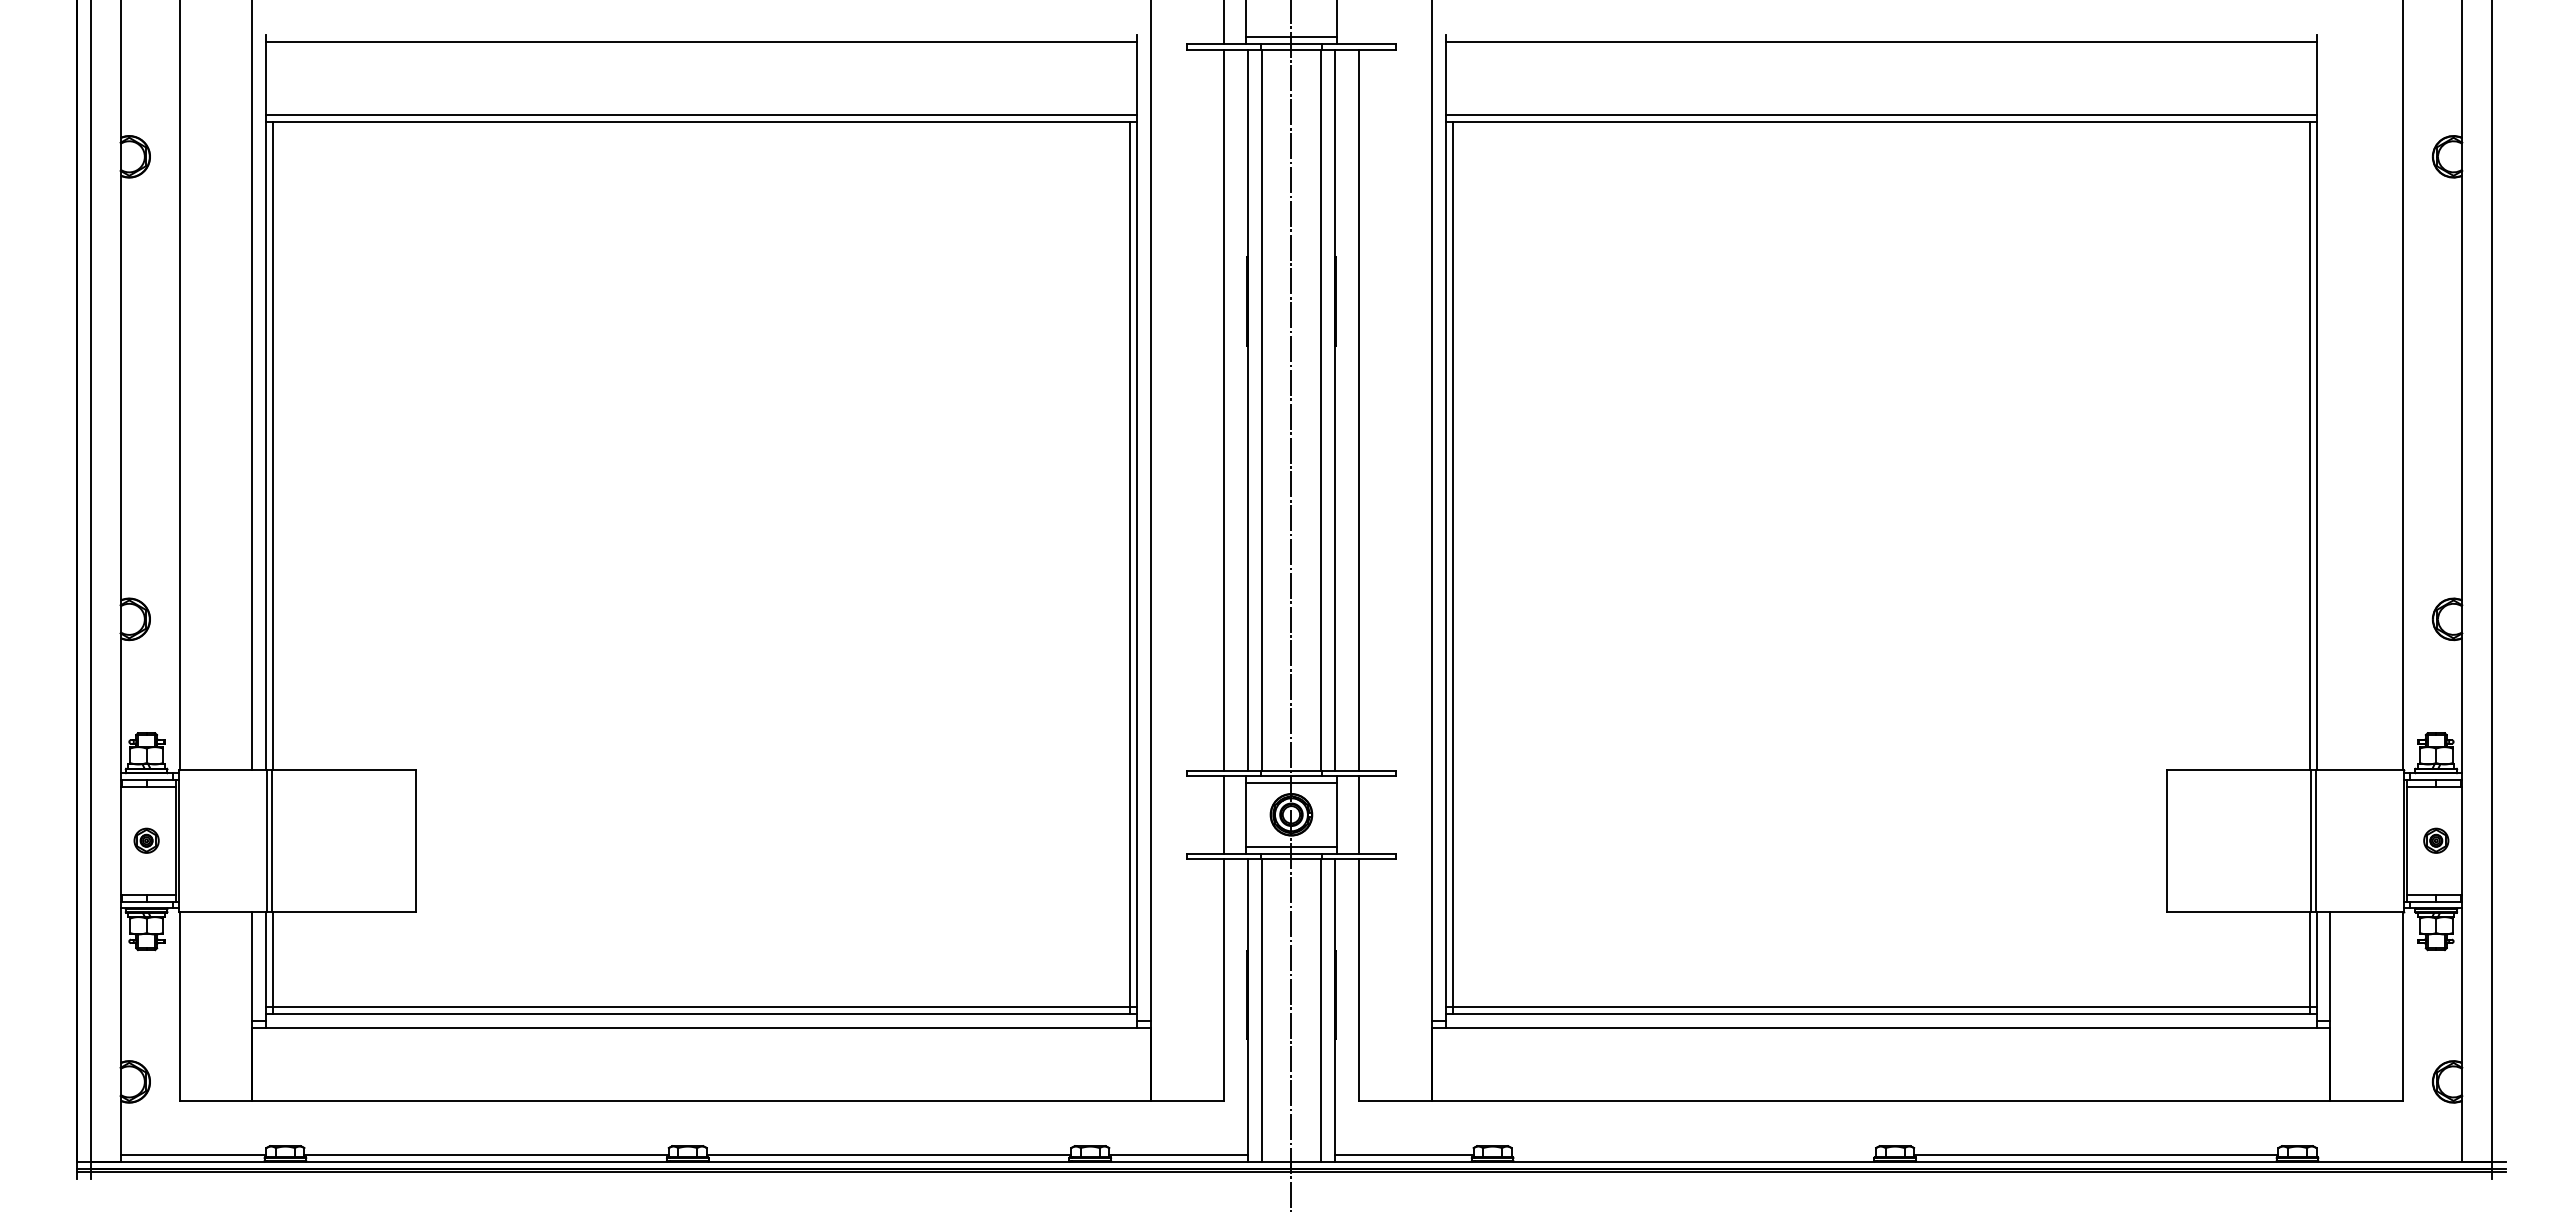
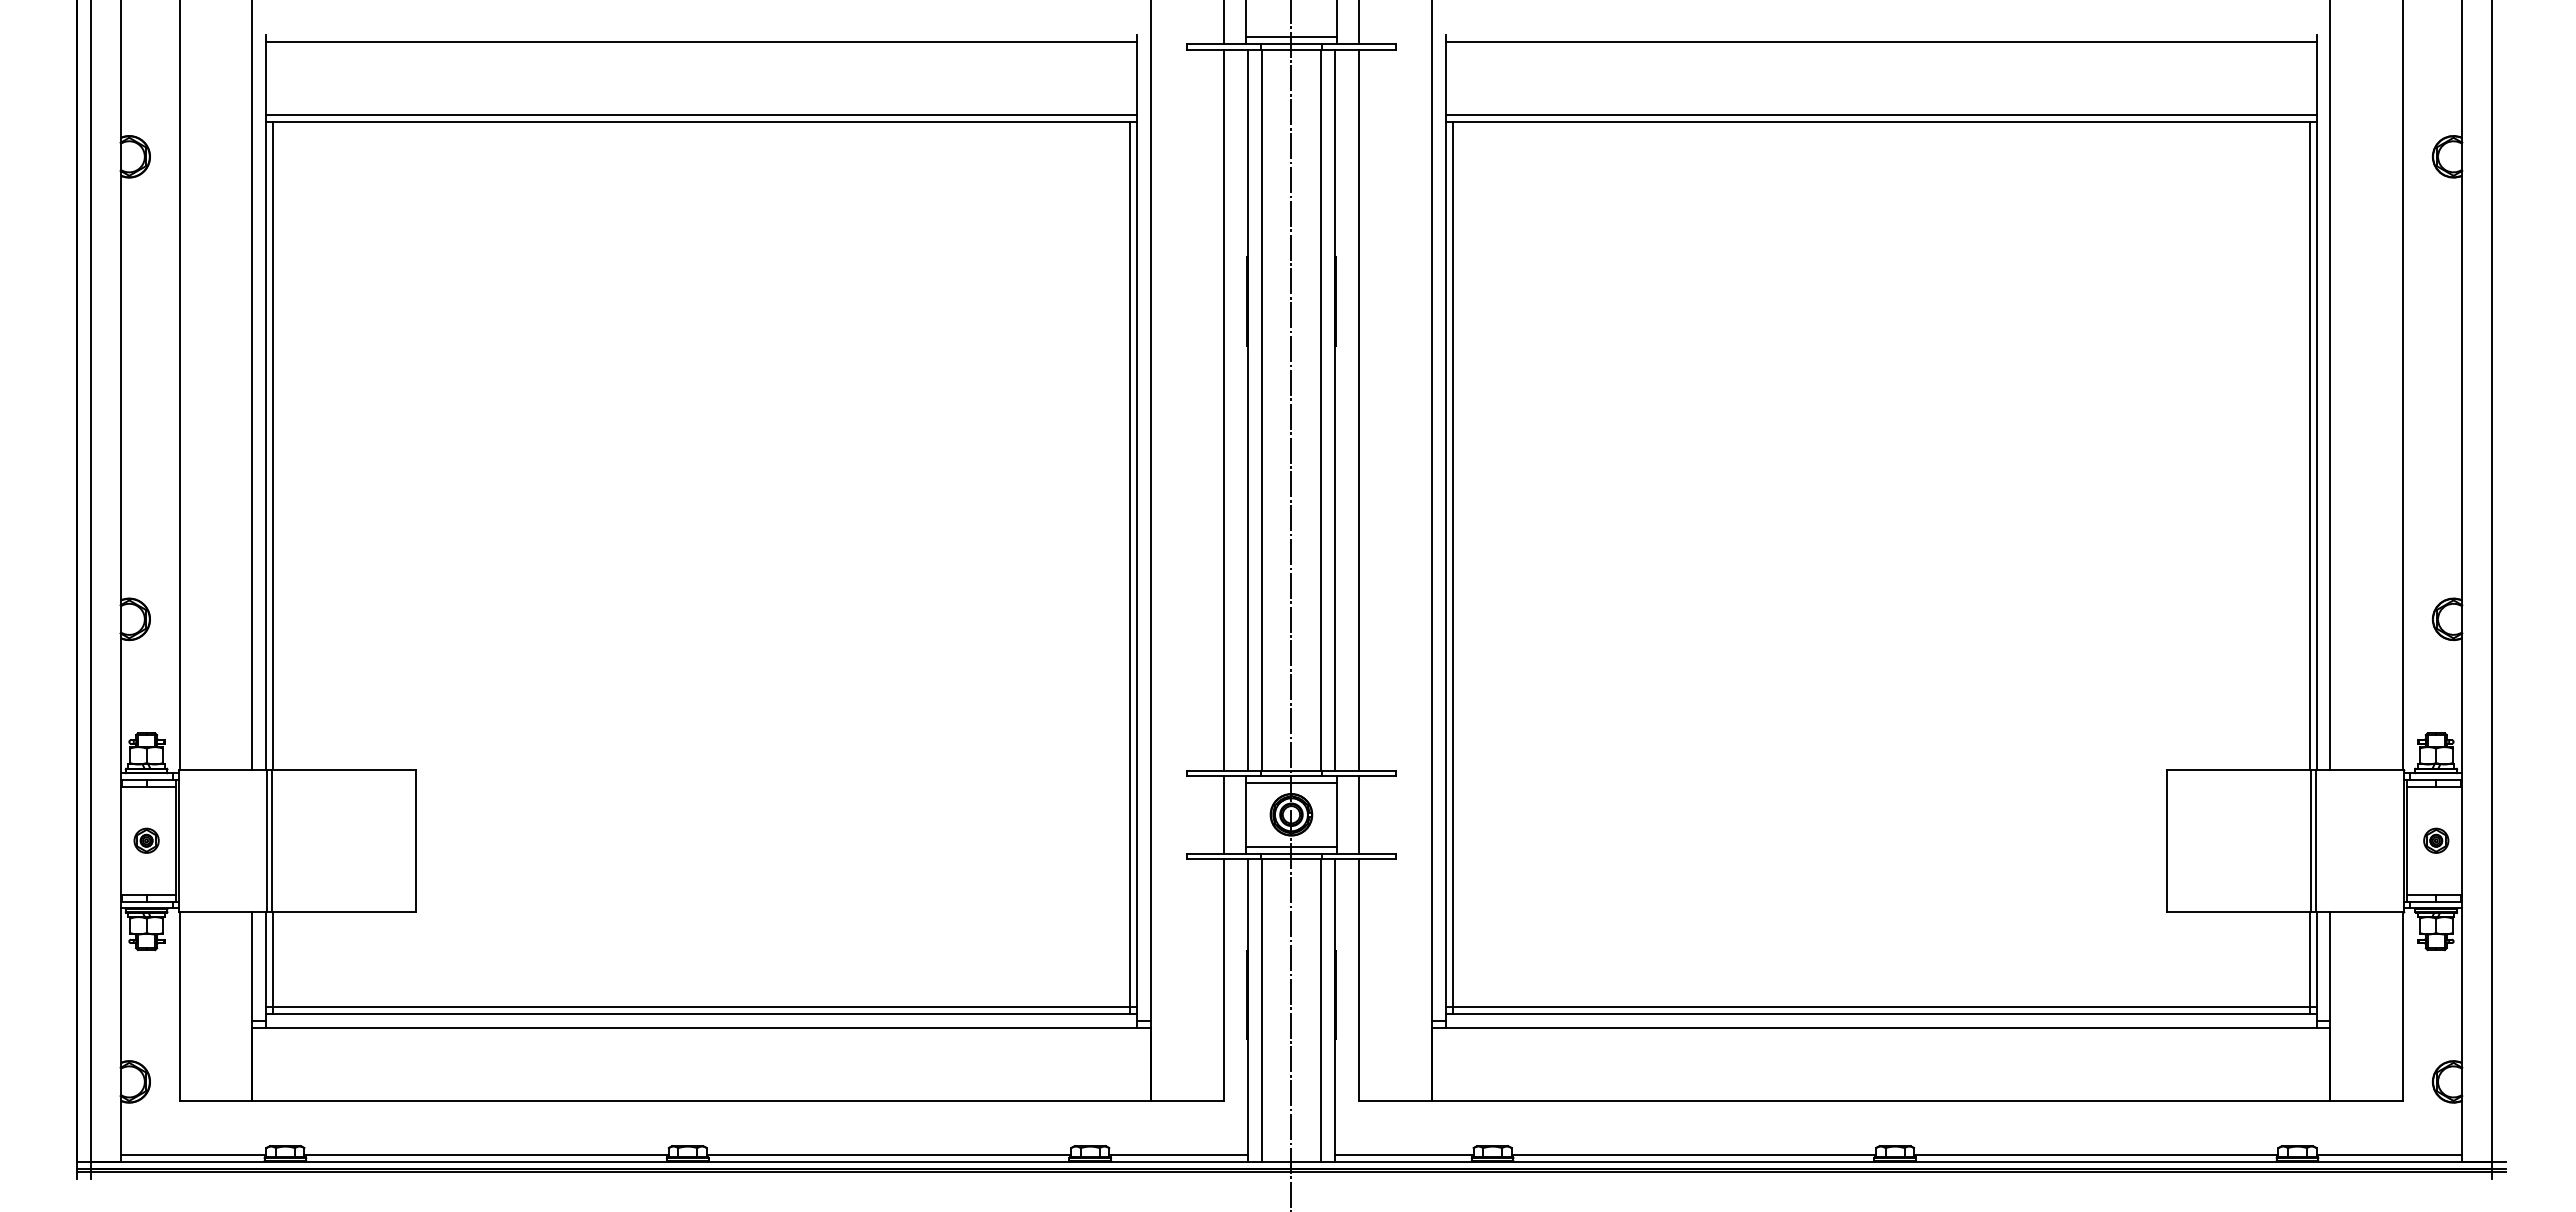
line at (1359, 23): none -> present
line at (2330, 385): none -> present
line at (1693, 1154): none -> present
line at (2389, 1154): none -> present
